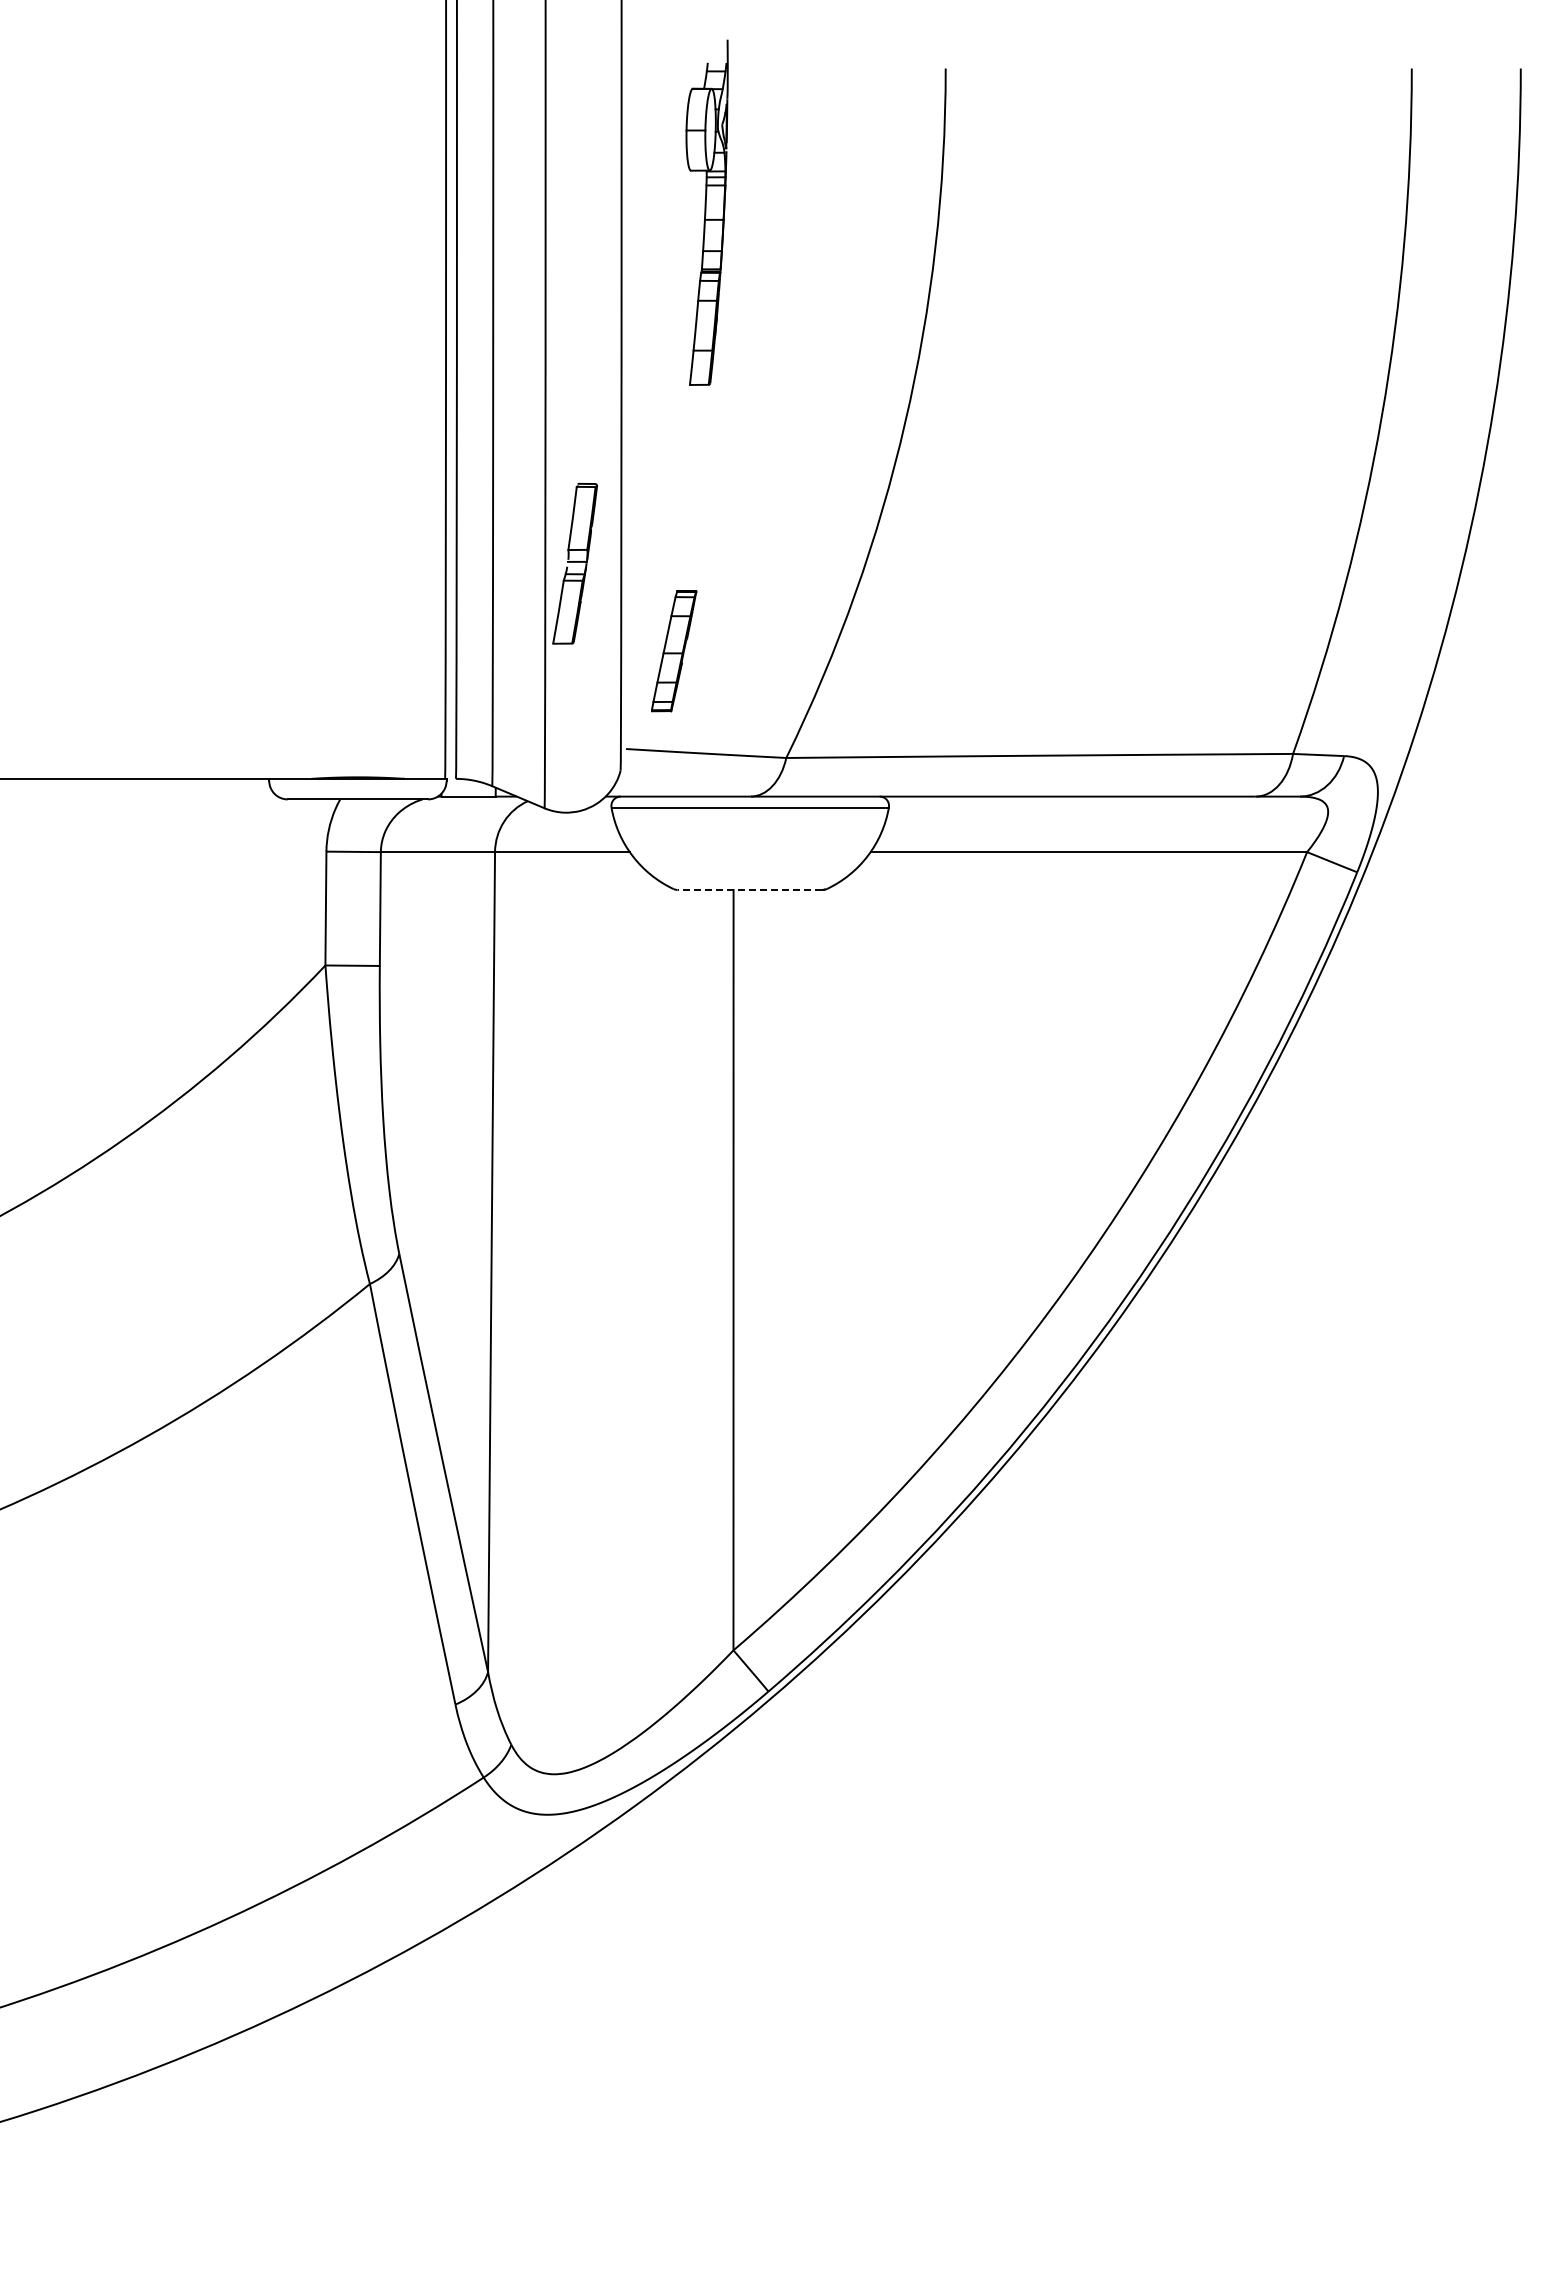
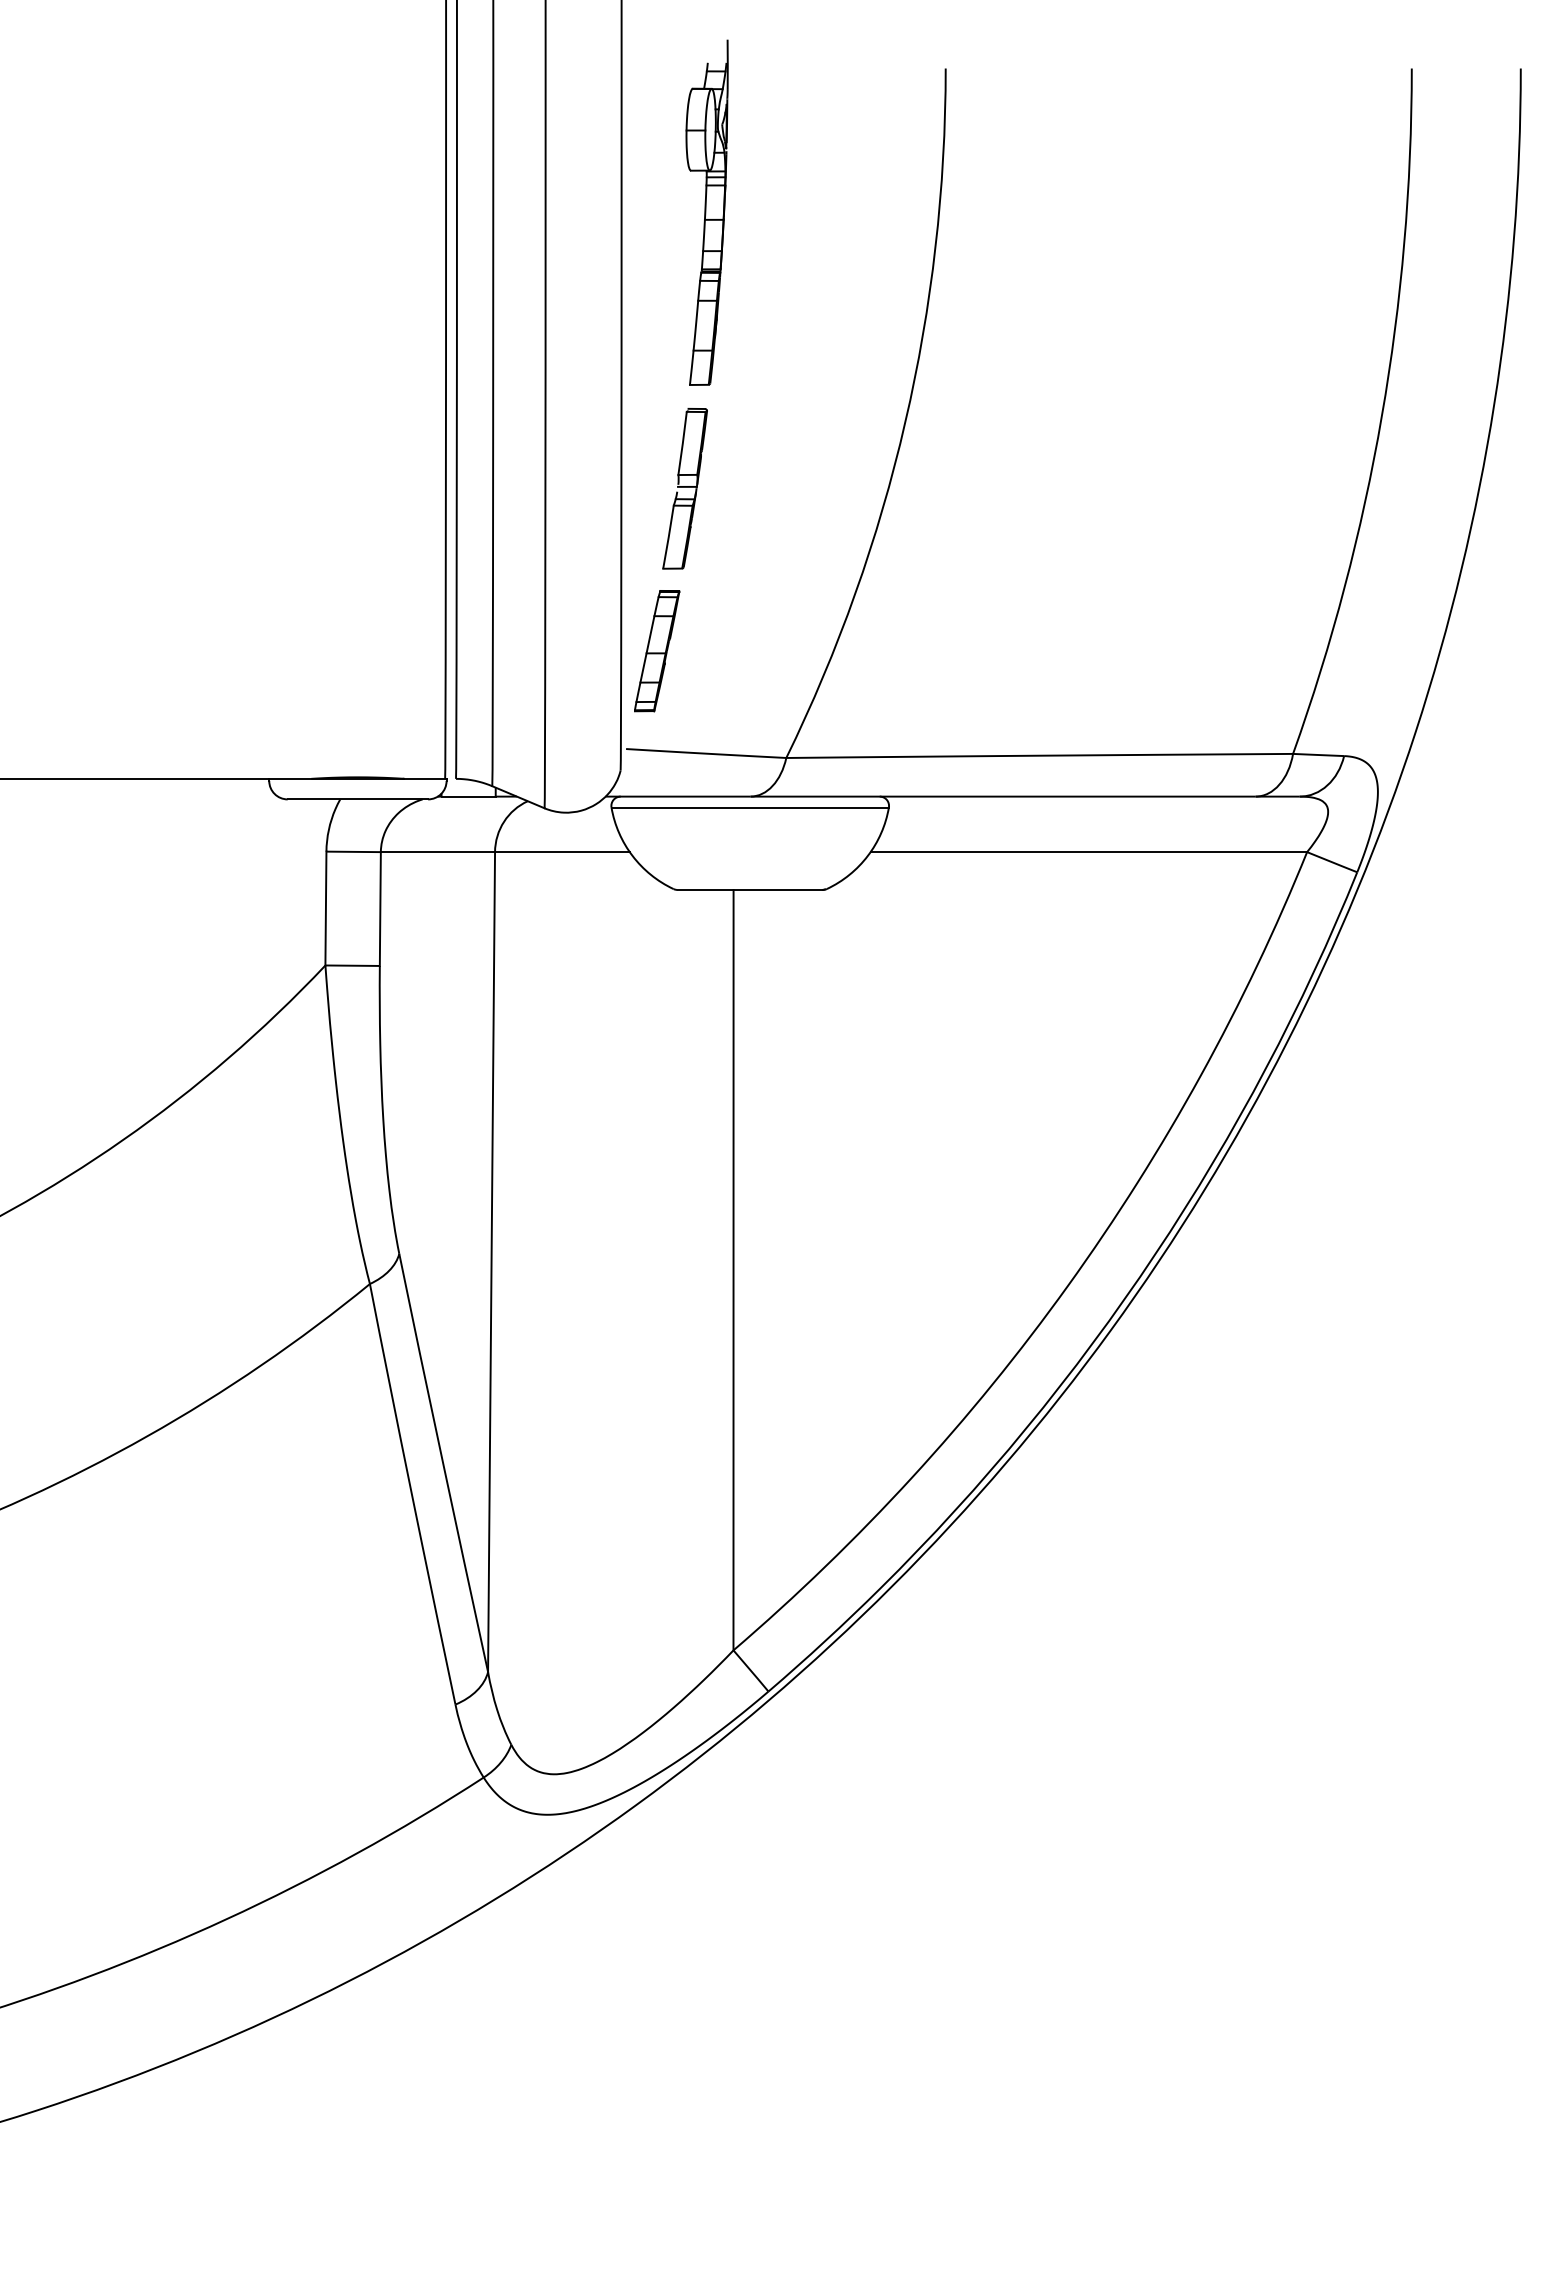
part at (574, 563) position: (574, 563) -> (684, 488)
part at (674, 651) position: (674, 651) -> (657, 651)
line at (749, 889): dashed -> solid
